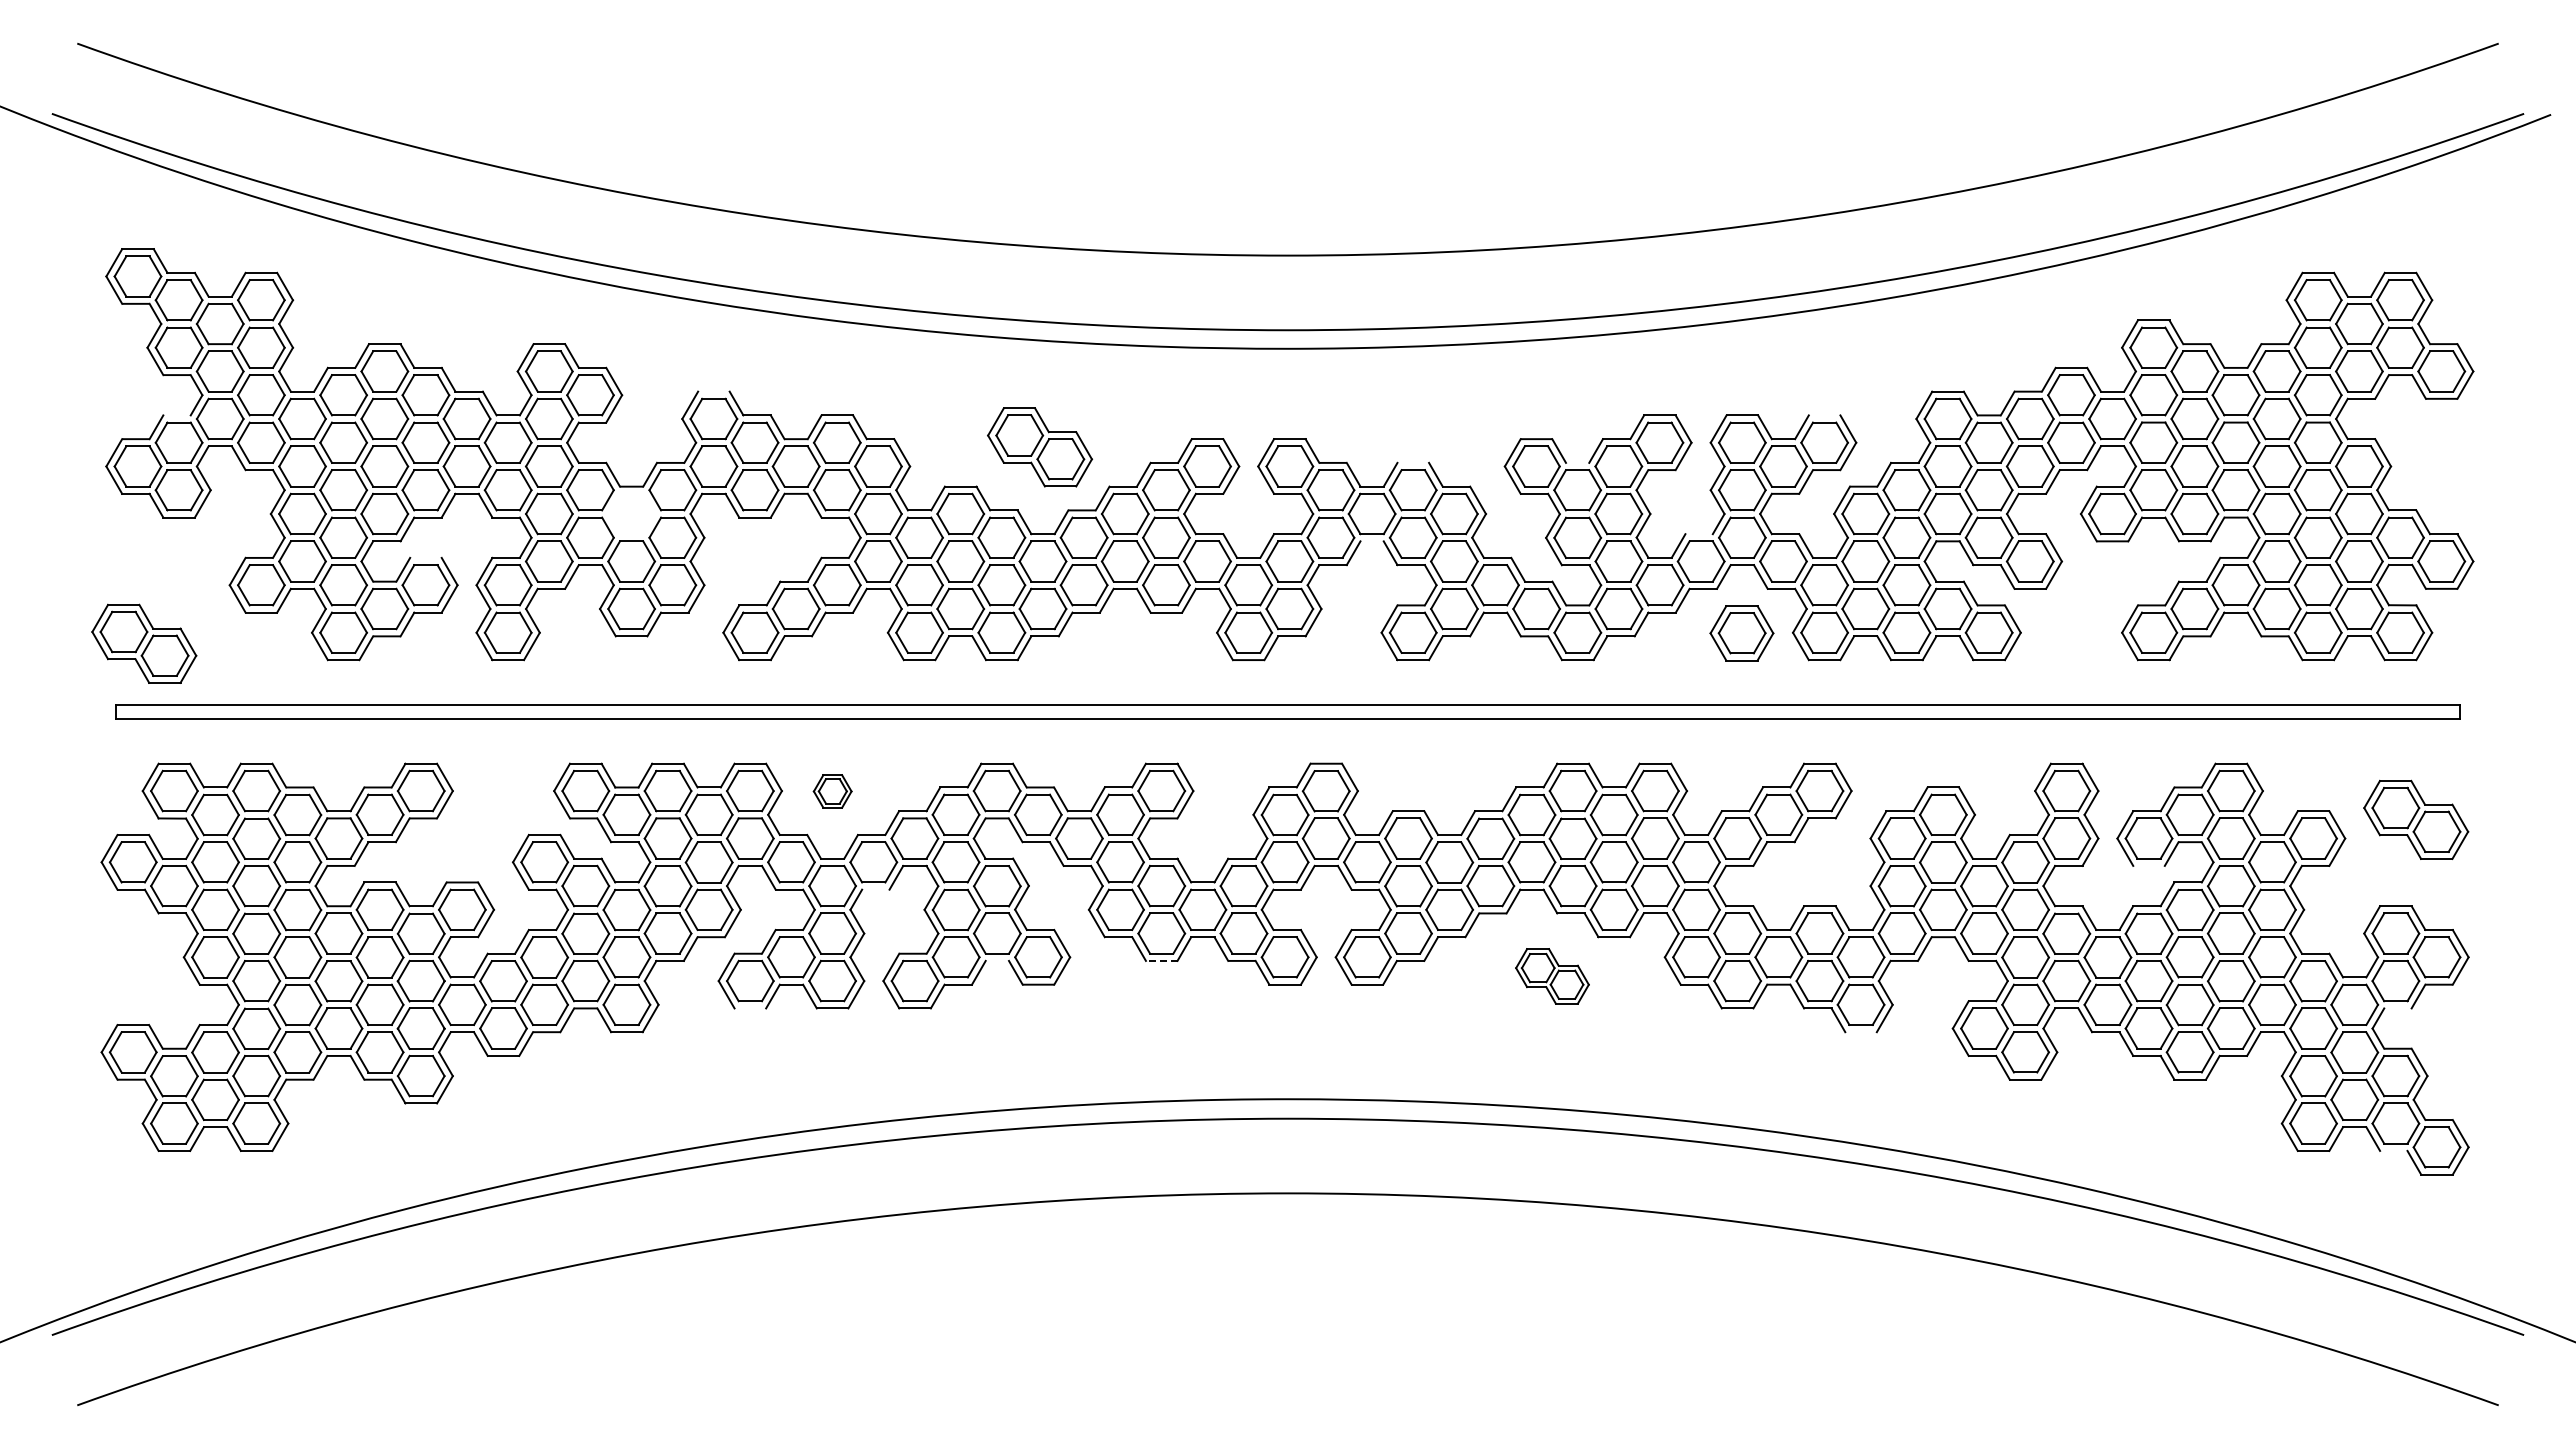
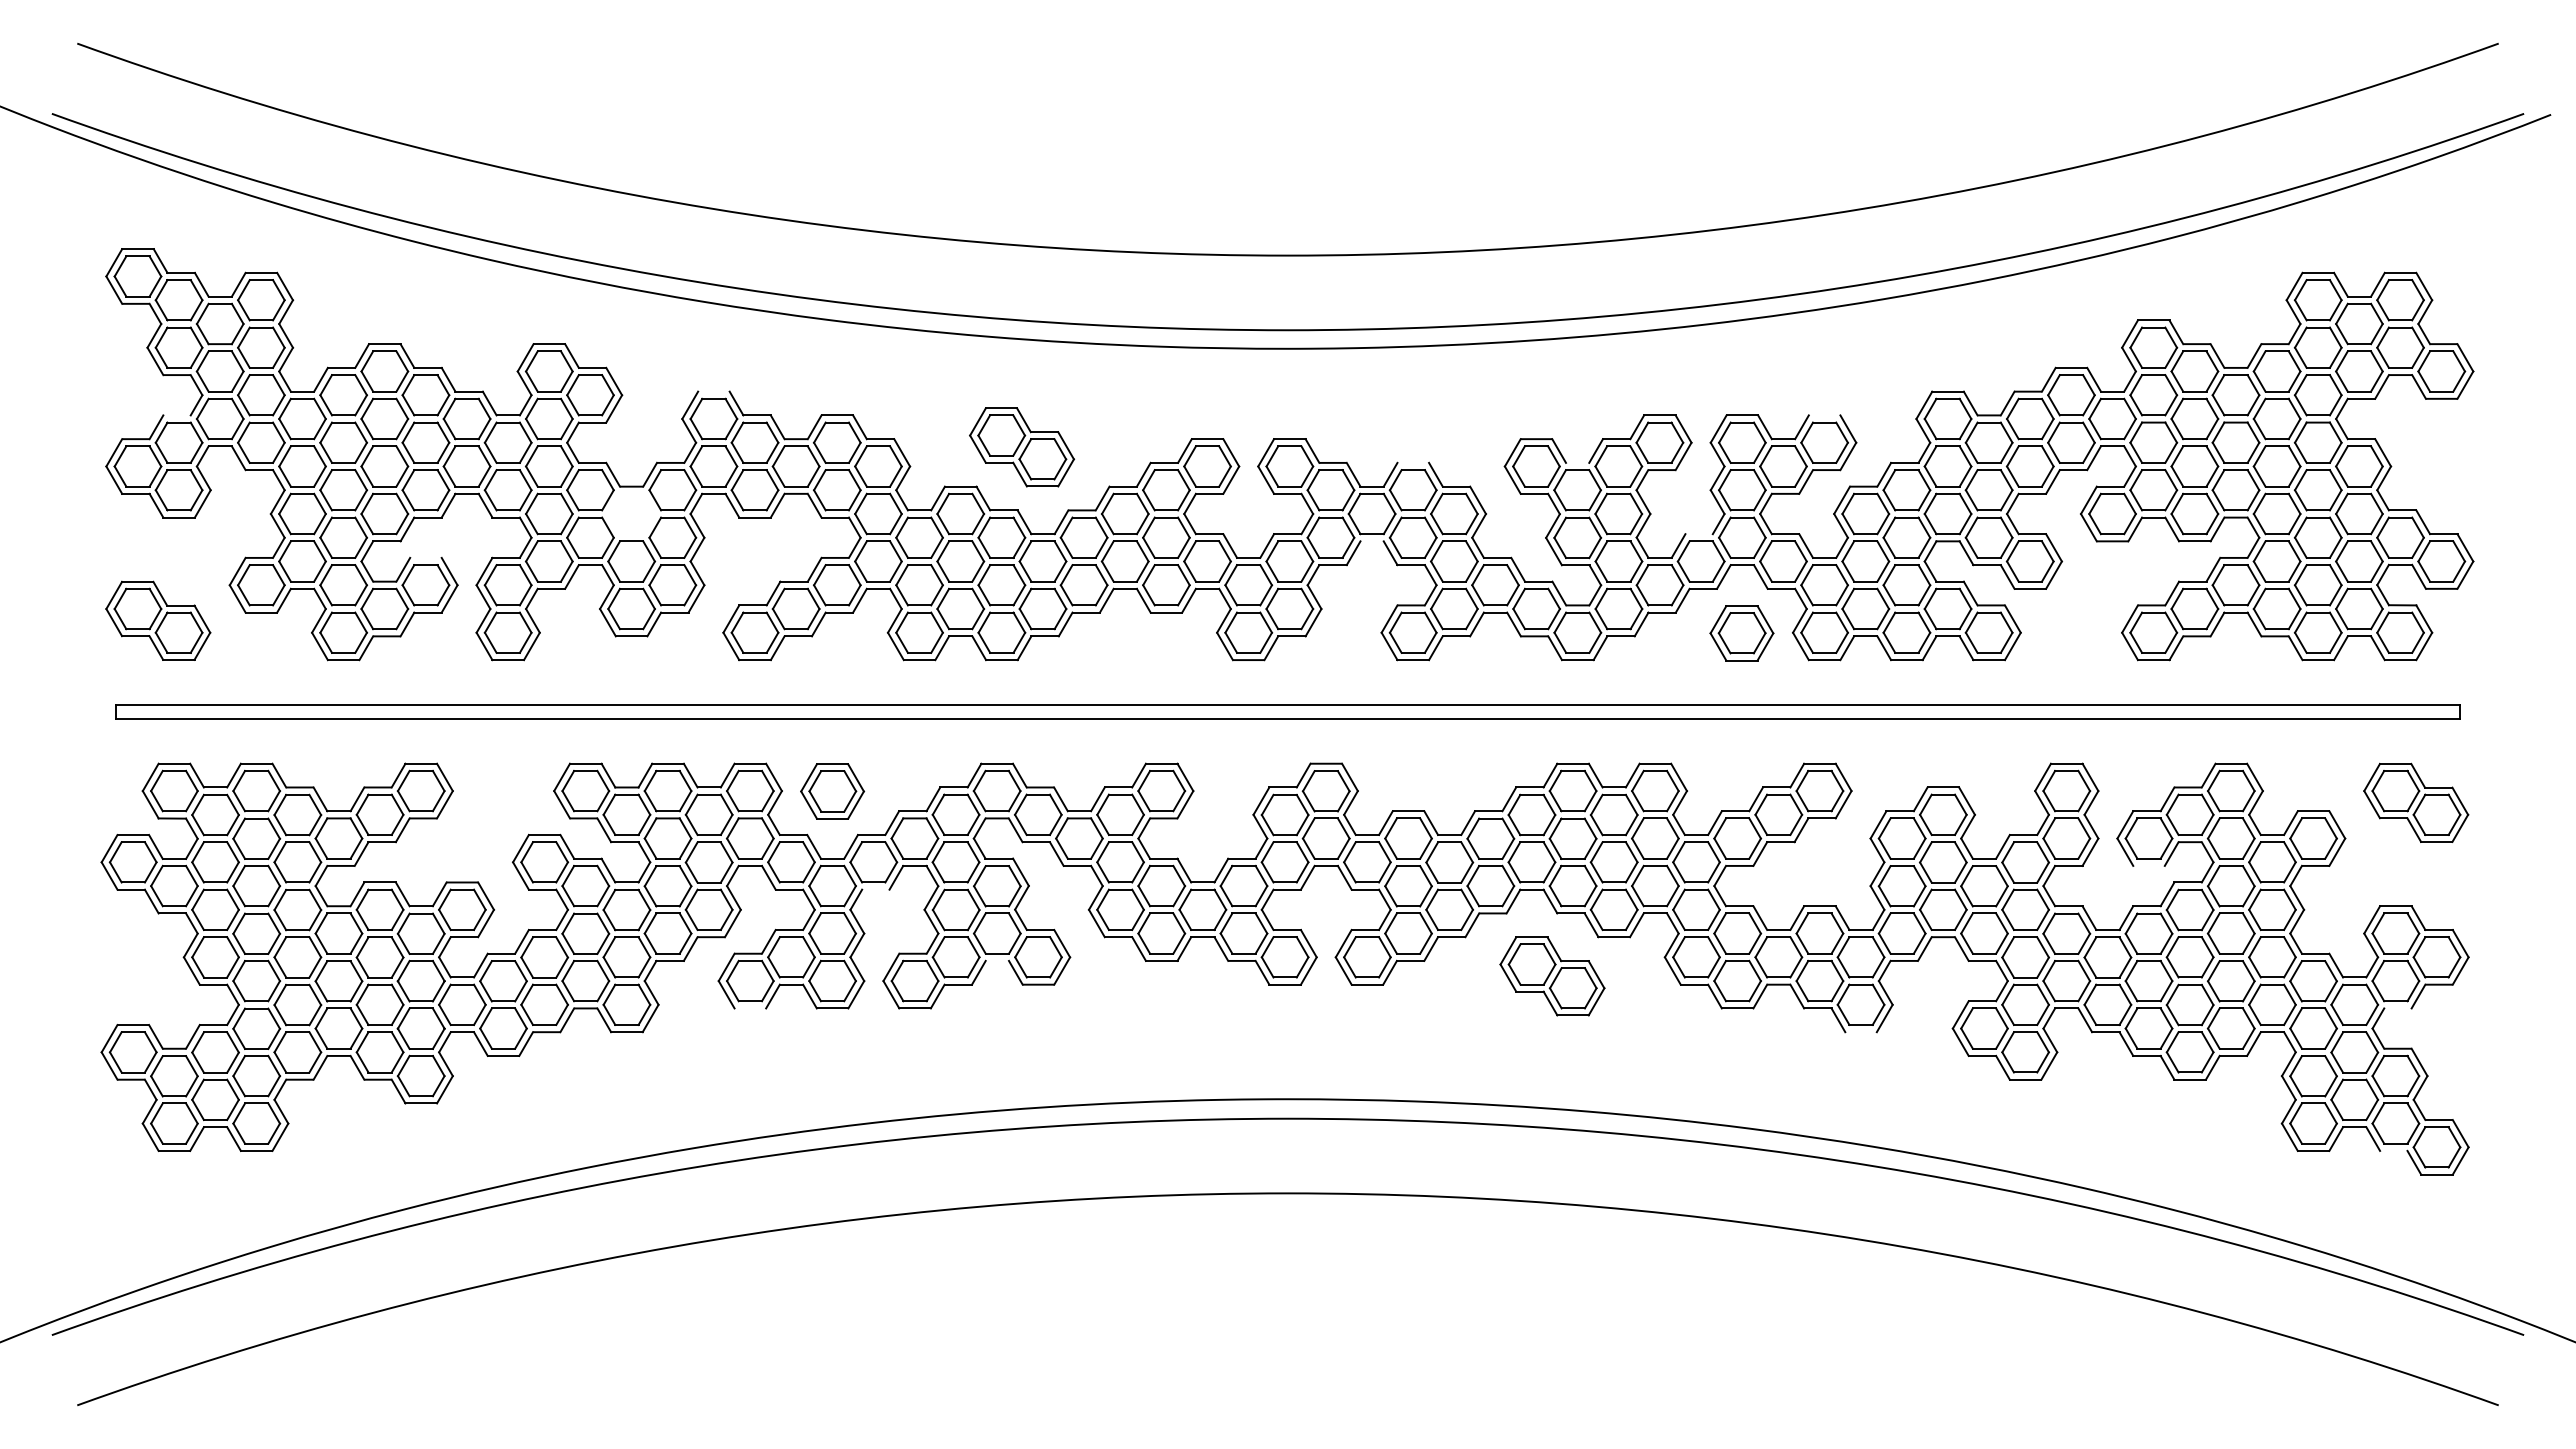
part at (1040, 447) position: (1040, 447) -> (1022, 447)
part at (144, 643) position: (144, 643) -> (158, 620)
part at (832, 791) size: 41x35 px -> 66x57 px
part at (2416, 819) position: (2416, 819) -> (2416, 802)
line at (1161, 960): dashed -> solid
part at (1552, 976) size: 75x57 px -> 107x81 px
